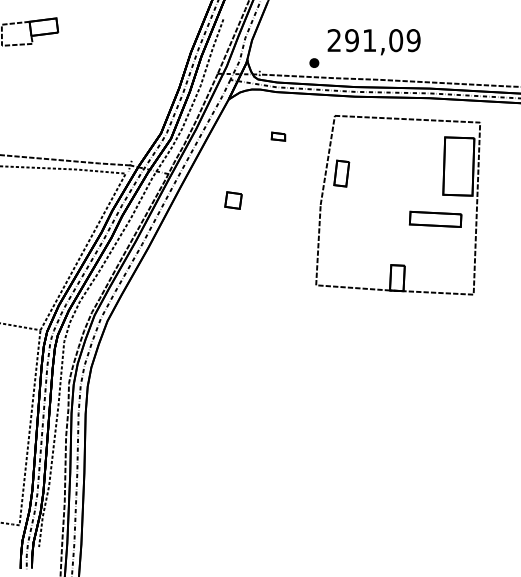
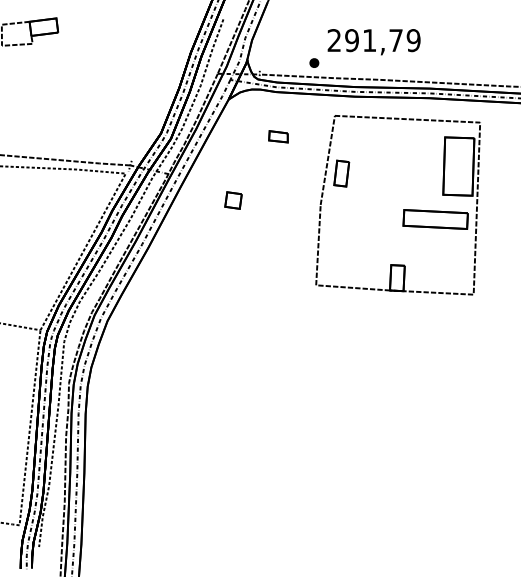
text at (396, 40): 291,09 -> 291,79
part at (278, 136) size: 17x11 px -> 21x14 px
part at (435, 218) size: 55x18 px -> 67x21 px
